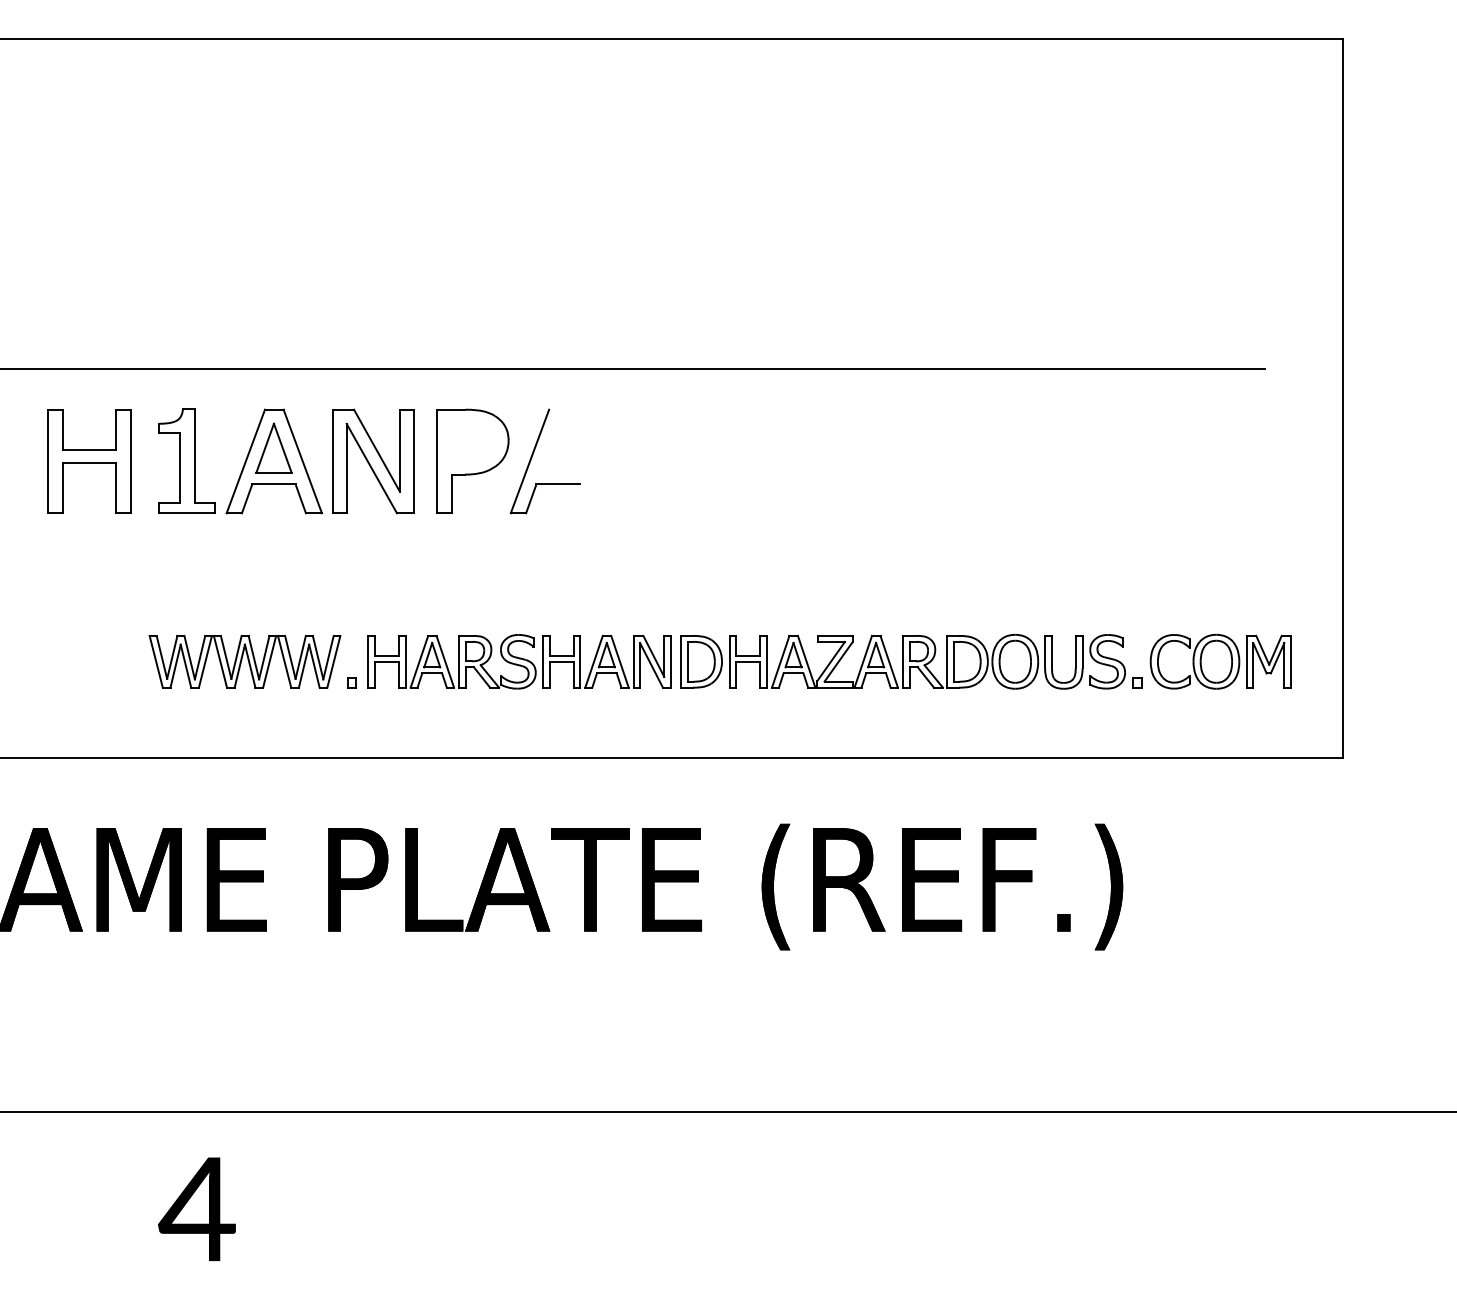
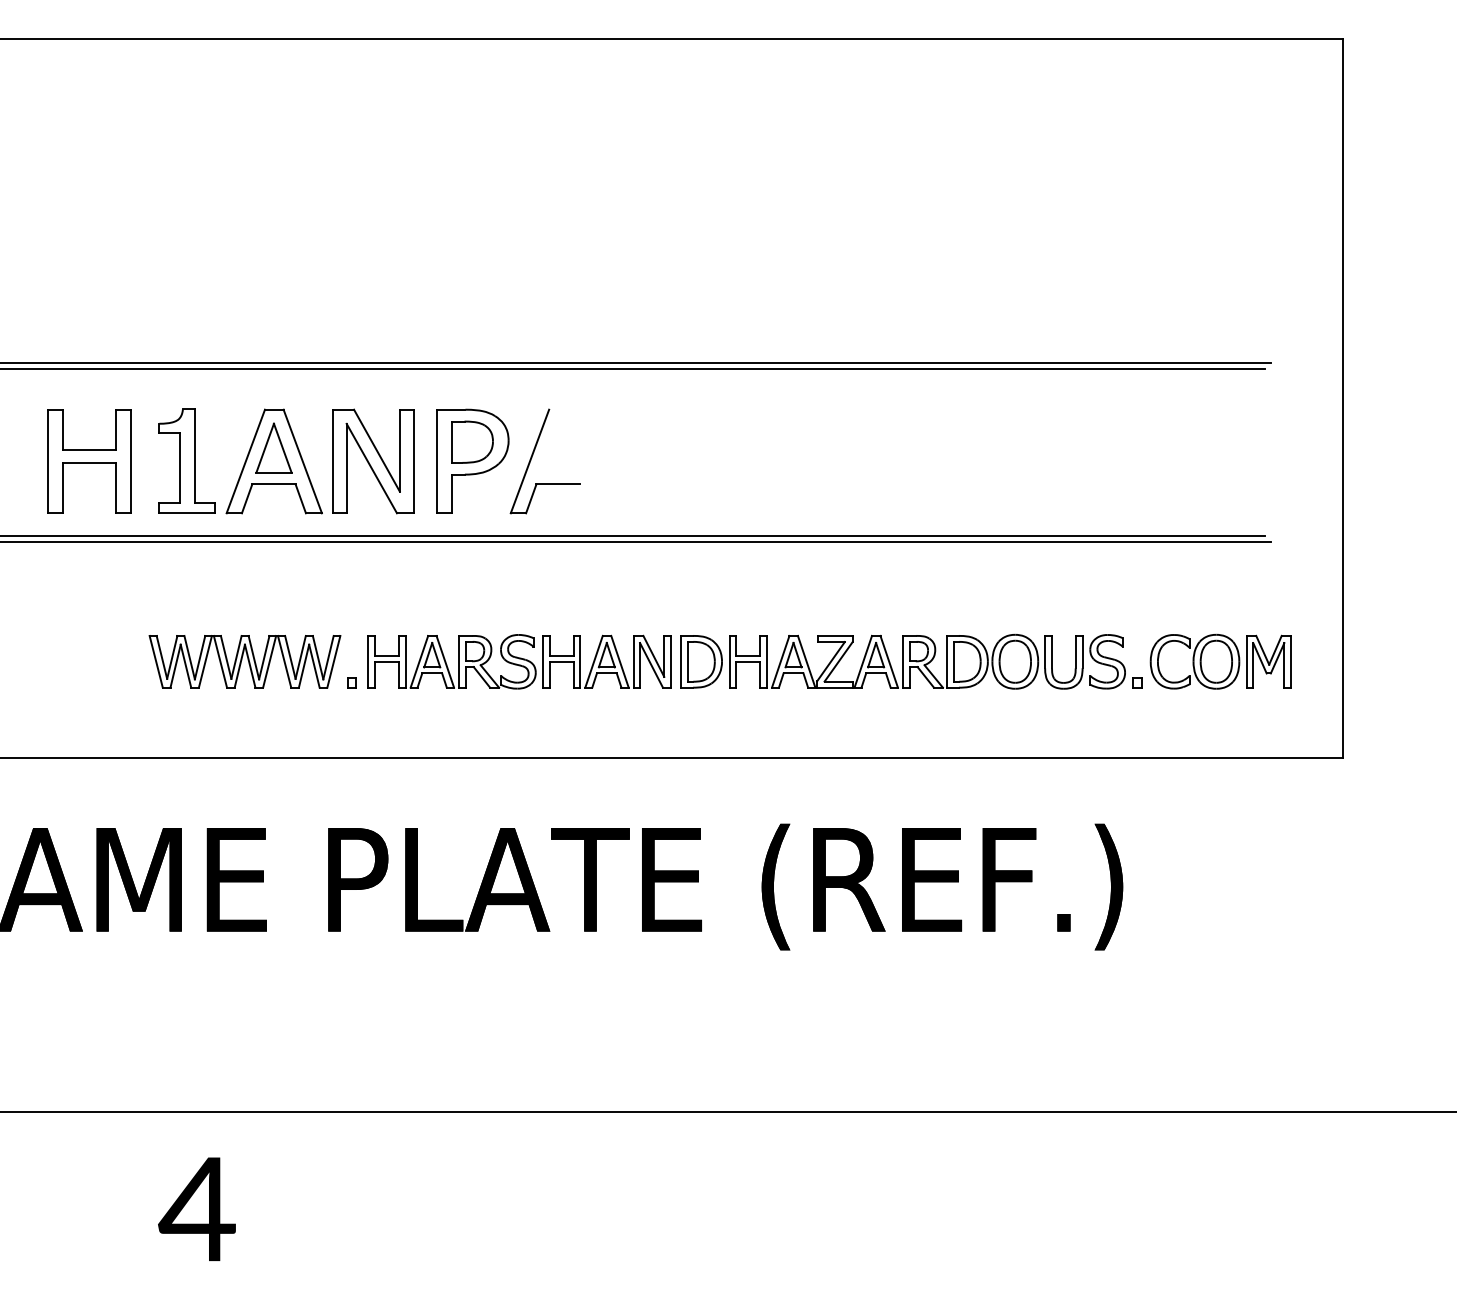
line at (636, 362): none -> present
part at (472, 441): none -> present
line at (633, 536): none -> present
line at (636, 542): none -> present
